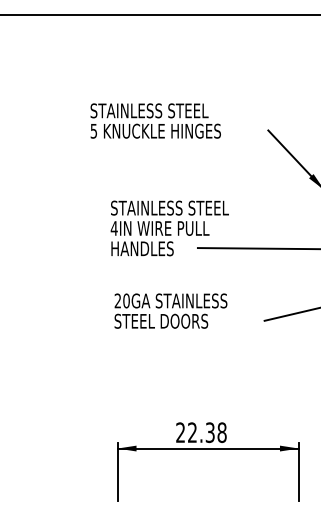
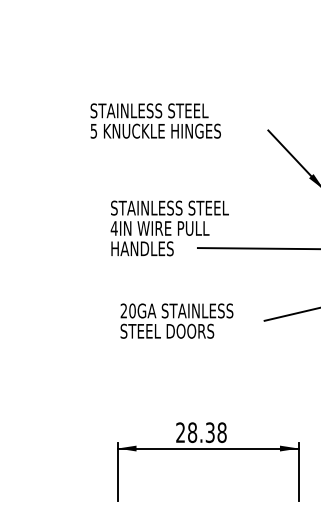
line at (159, 15): present -> none
text at (170, 310) position: (170, 310) -> (176, 320)
text at (192, 432): 22.38 -> 28.38
